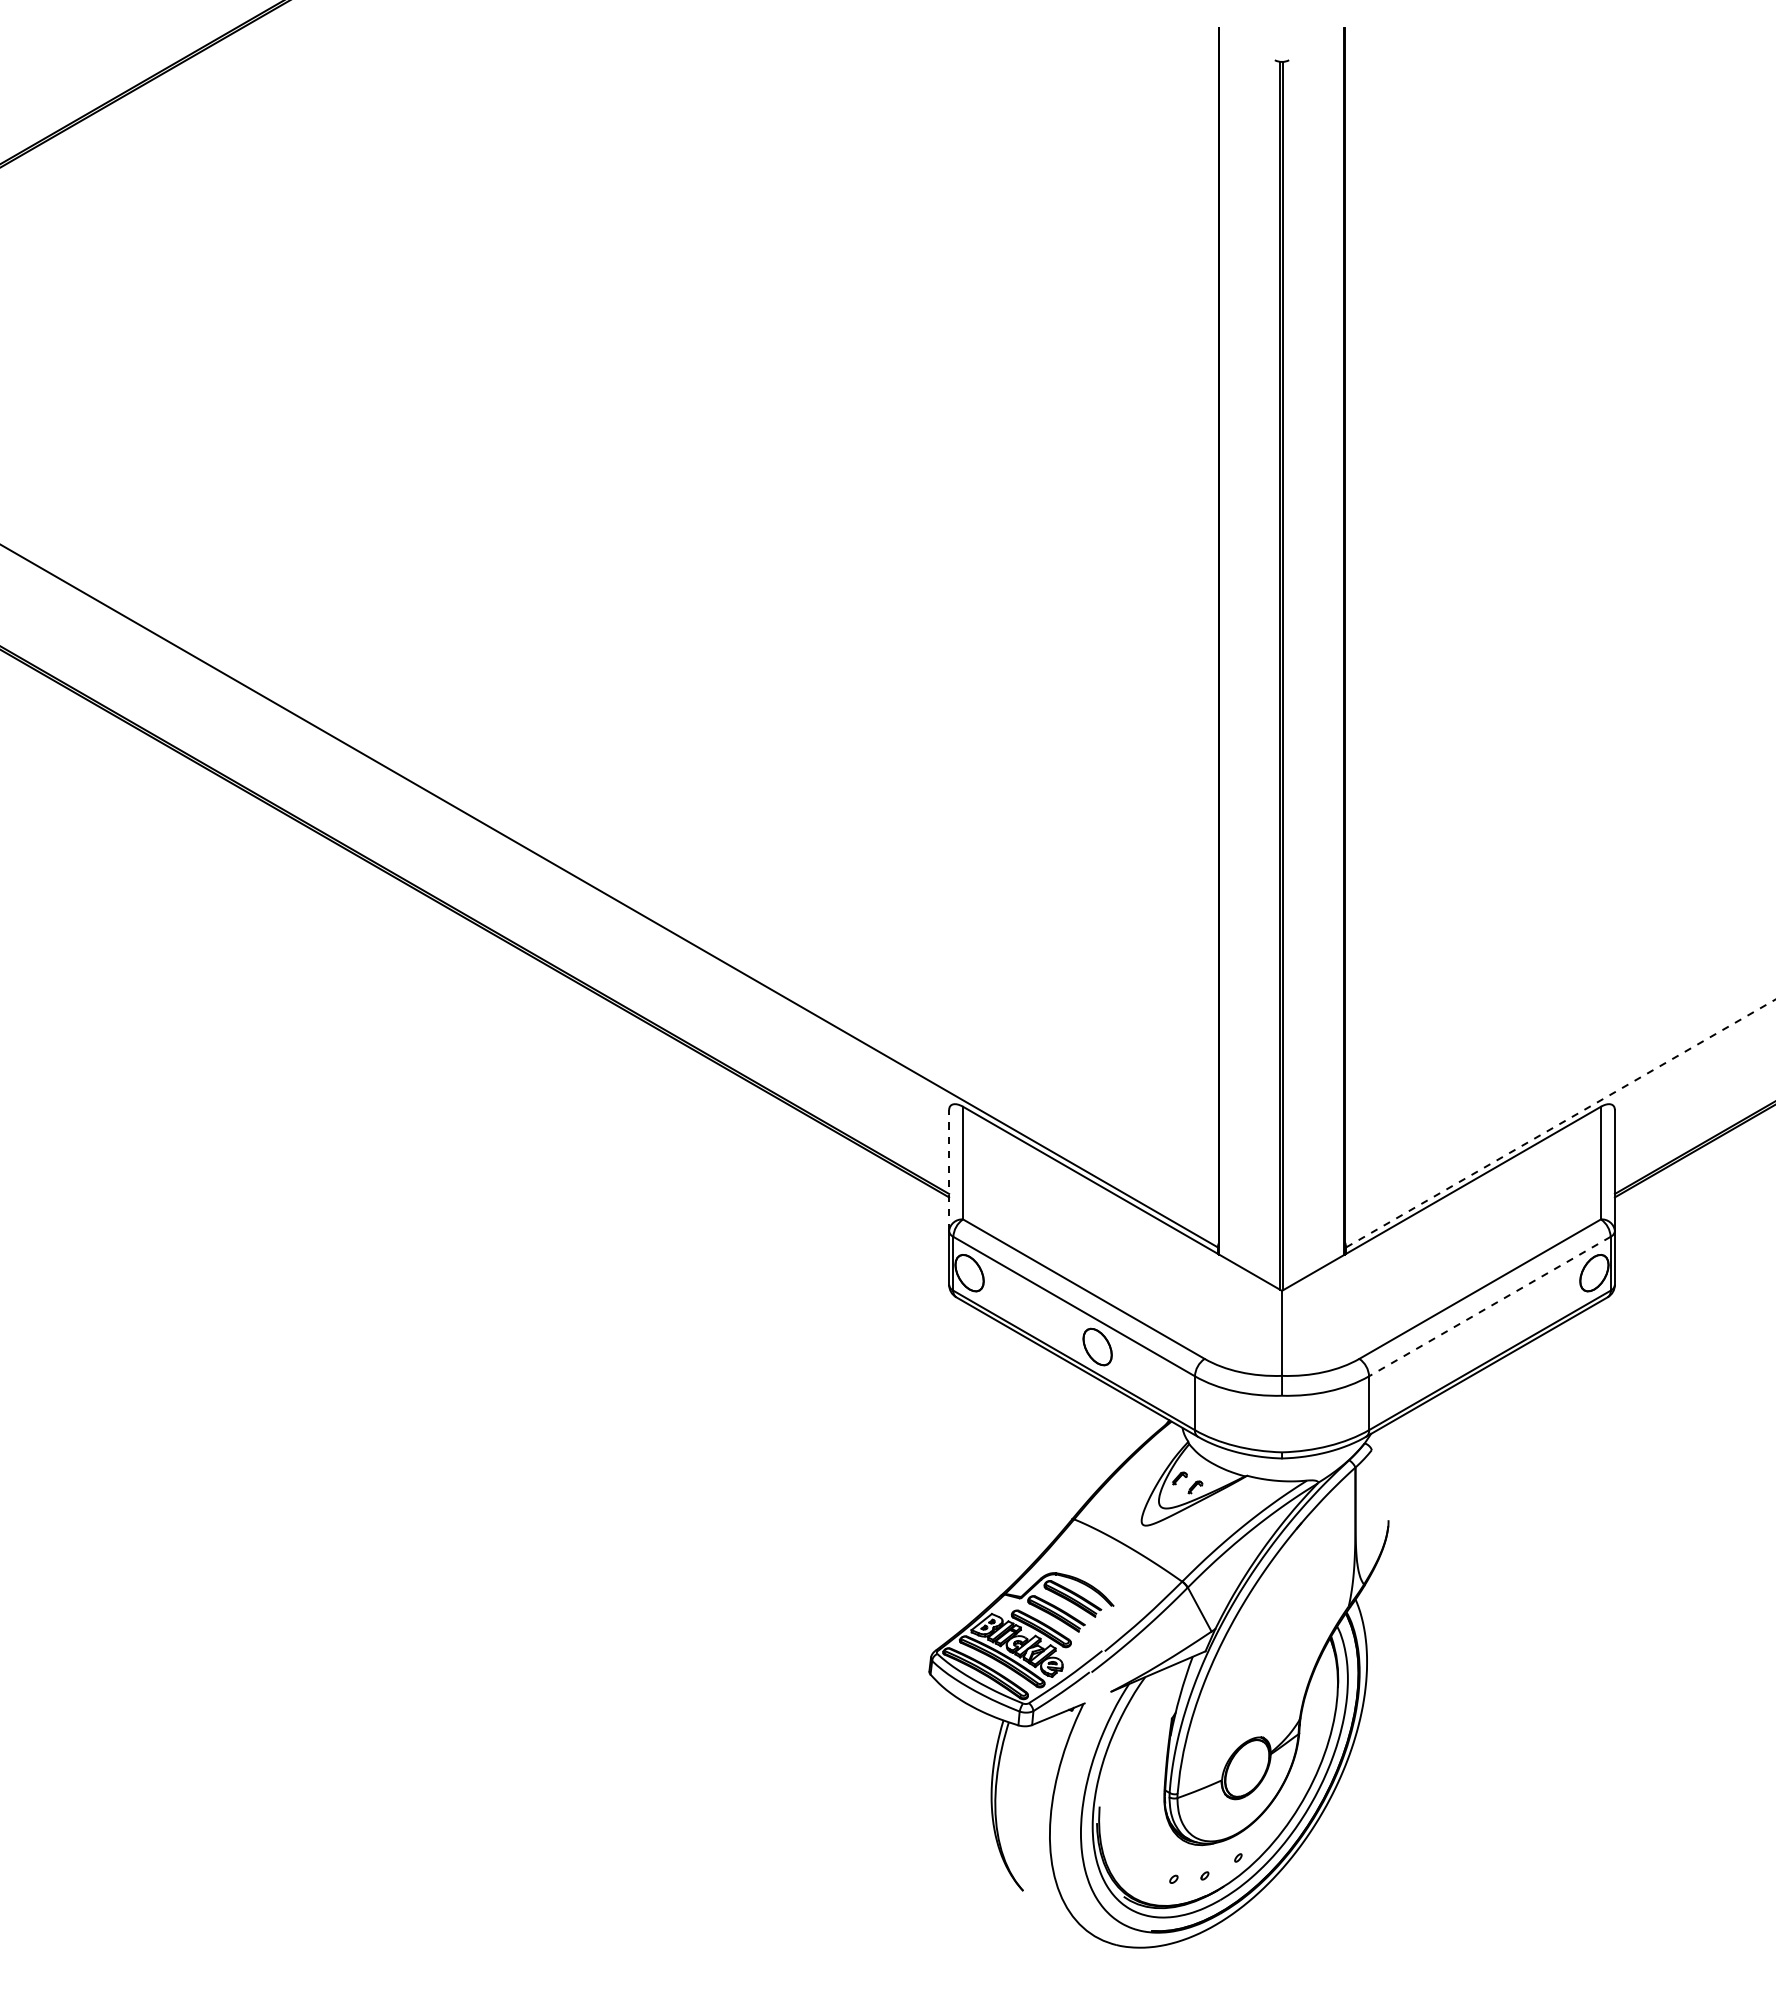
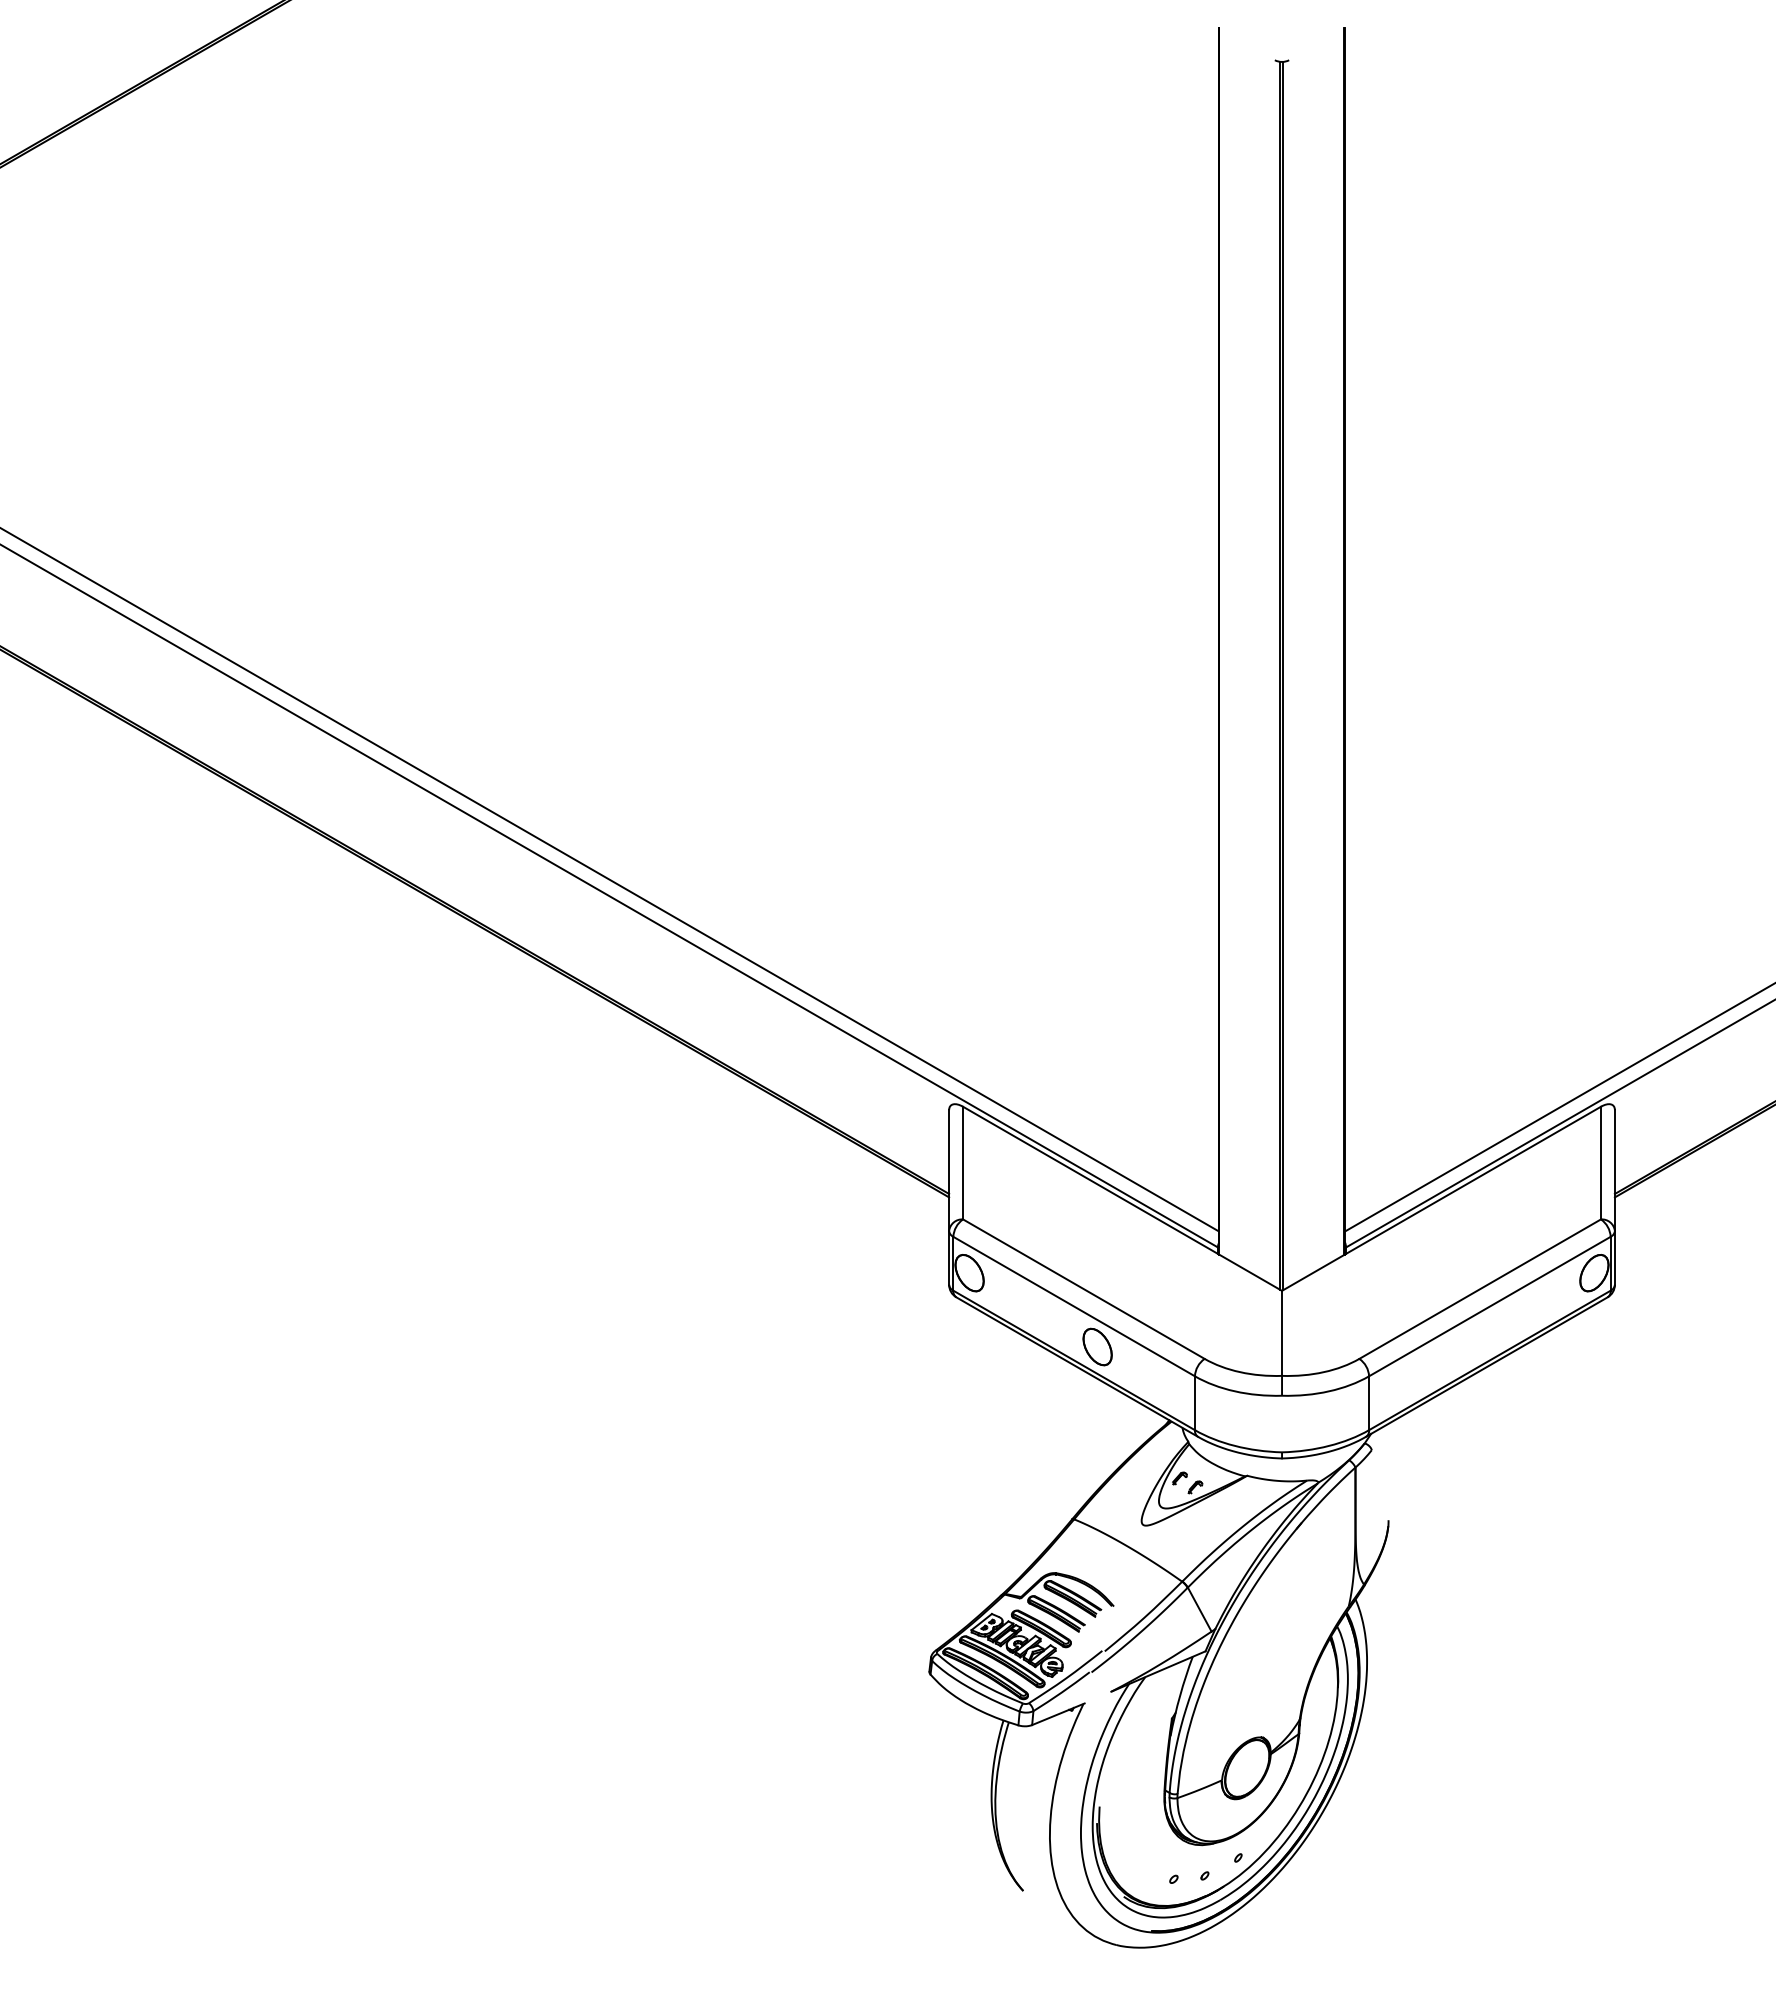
line at (610, 880): none -> present
line at (1558, 1107): none -> present
line at (1560, 1123): dashed -> solid
line at (949, 1170): dashed -> solid
line at (1489, 1306): dashed -> solid
